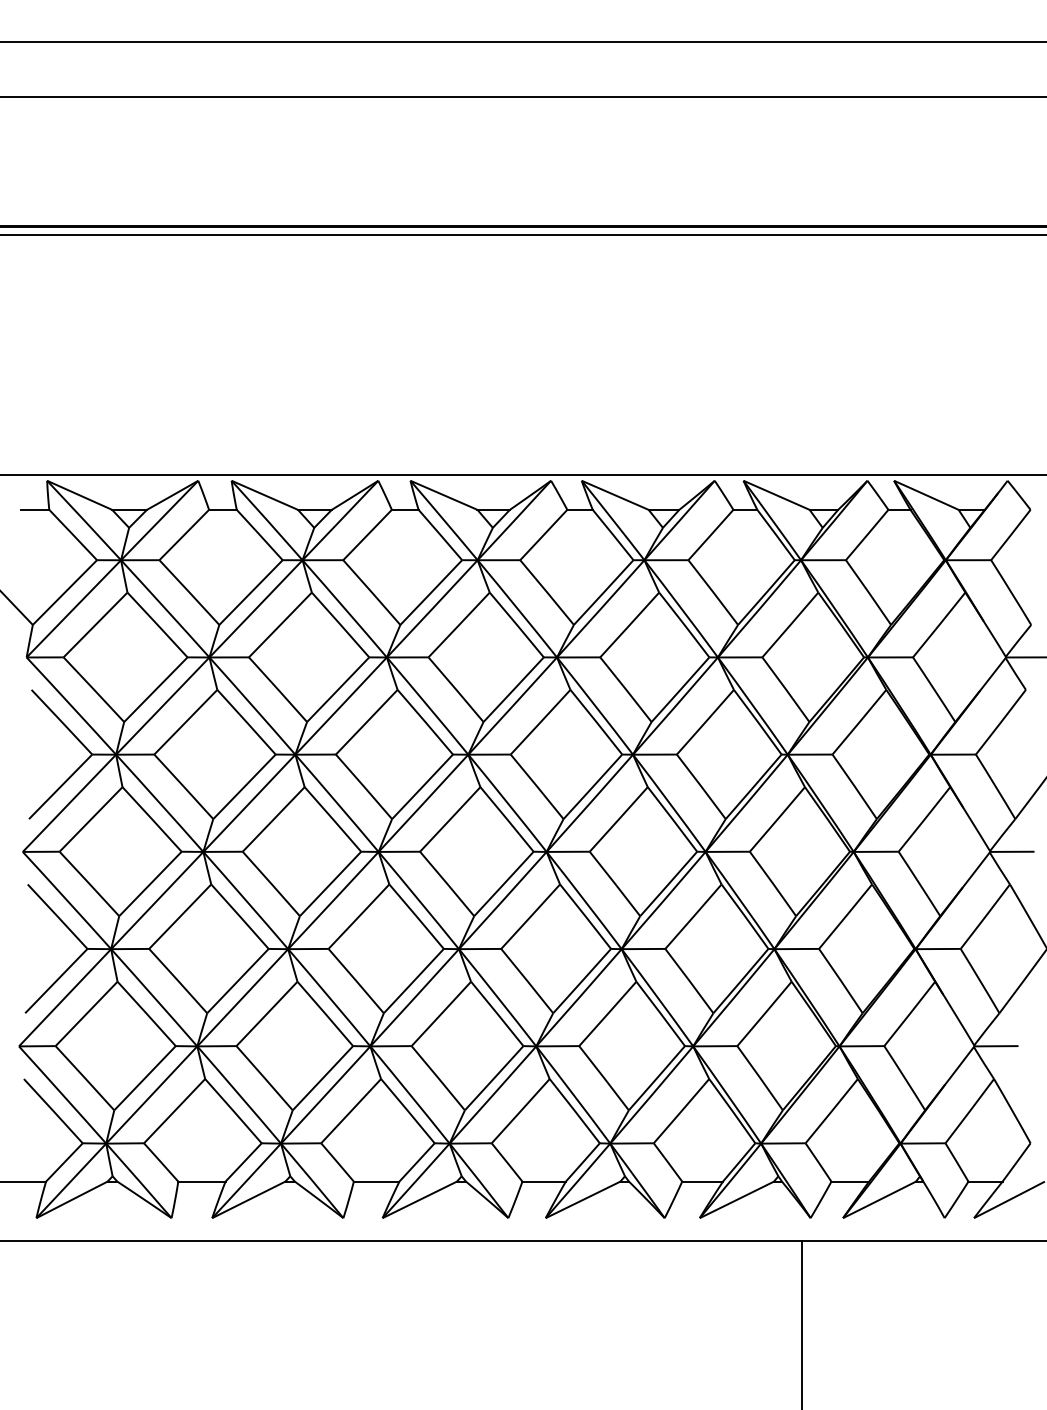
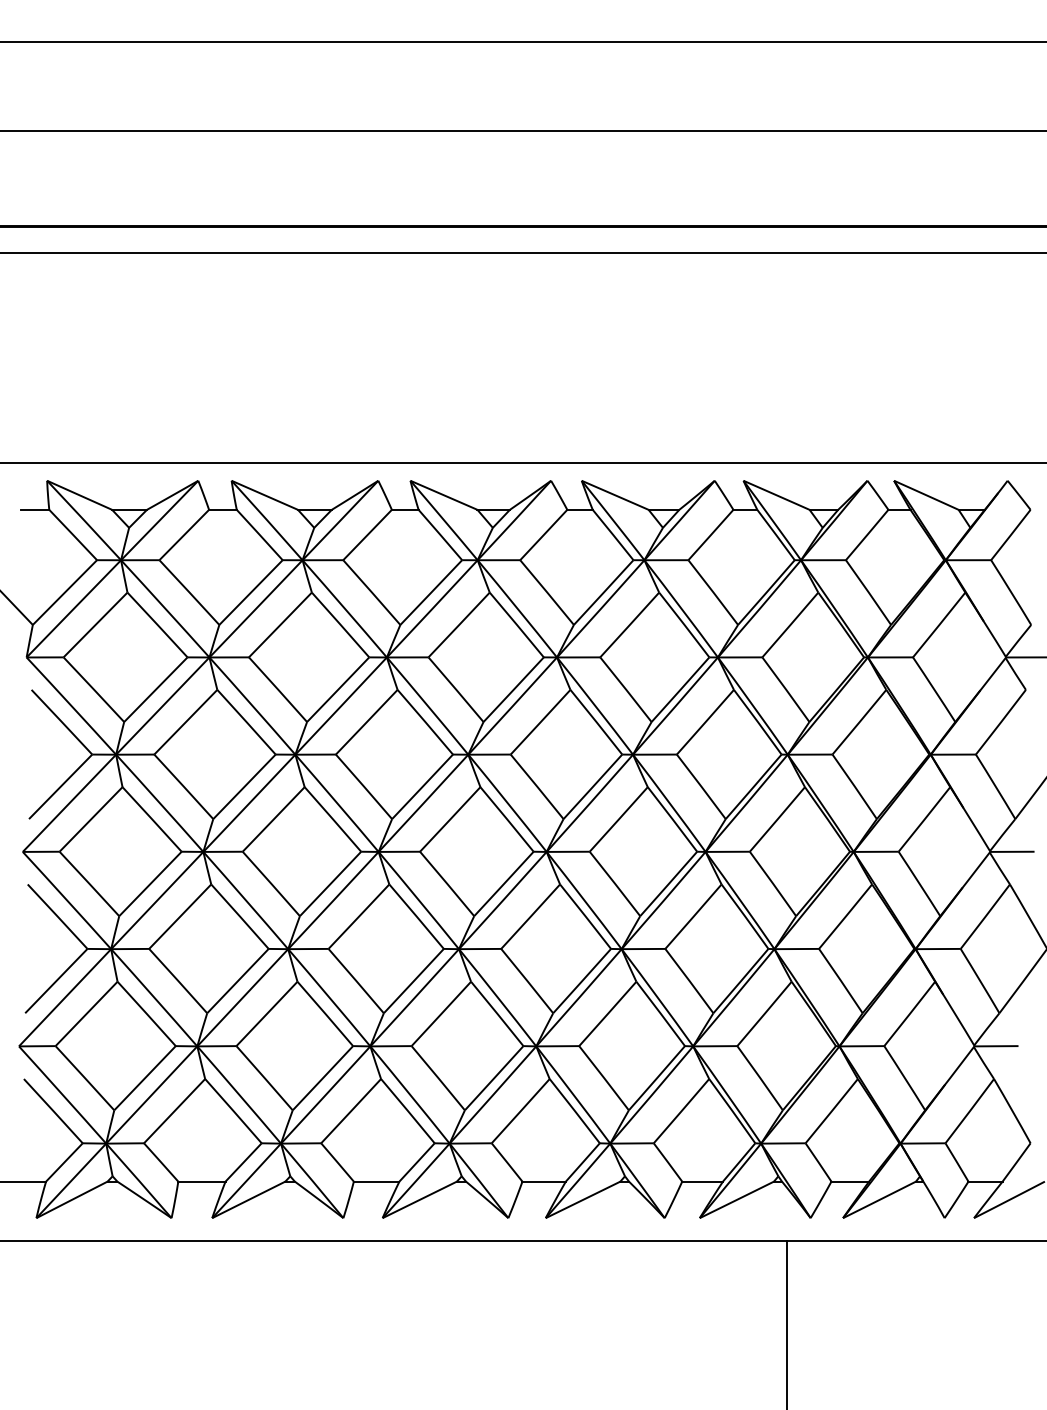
line at (522, 97) position: (522, 97) -> (522, 131)
line at (522, 234) position: (522, 234) -> (522, 252)
line at (522, 475) position: (522, 475) -> (522, 463)
line at (802, 1323) position: (802, 1323) -> (787, 1323)
